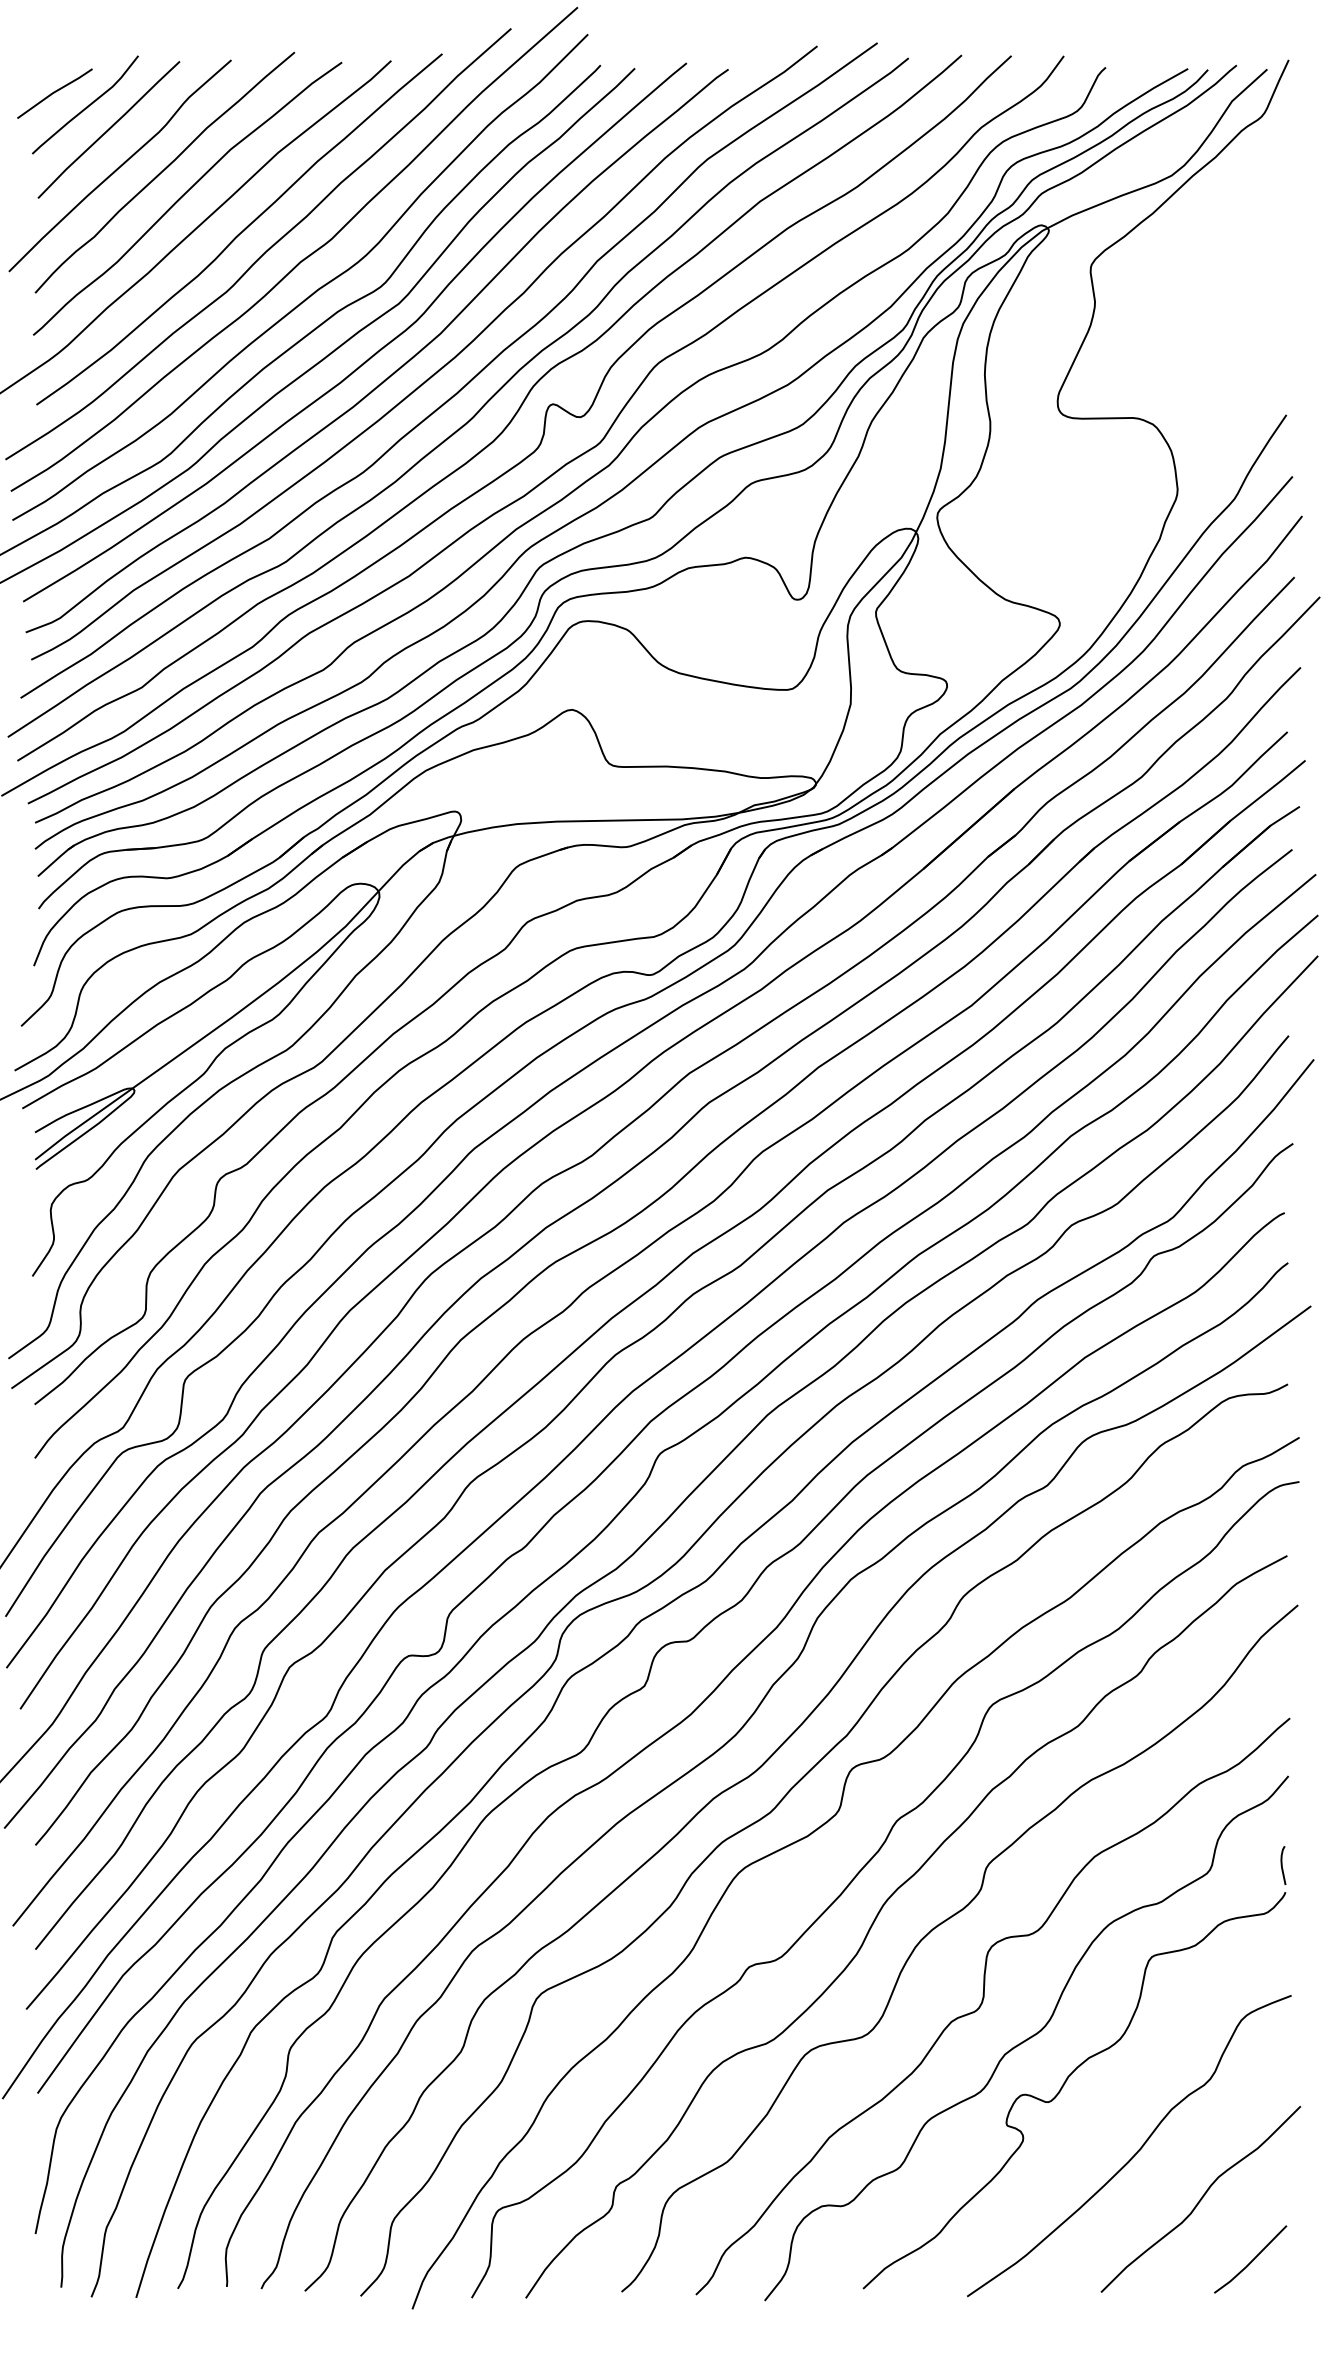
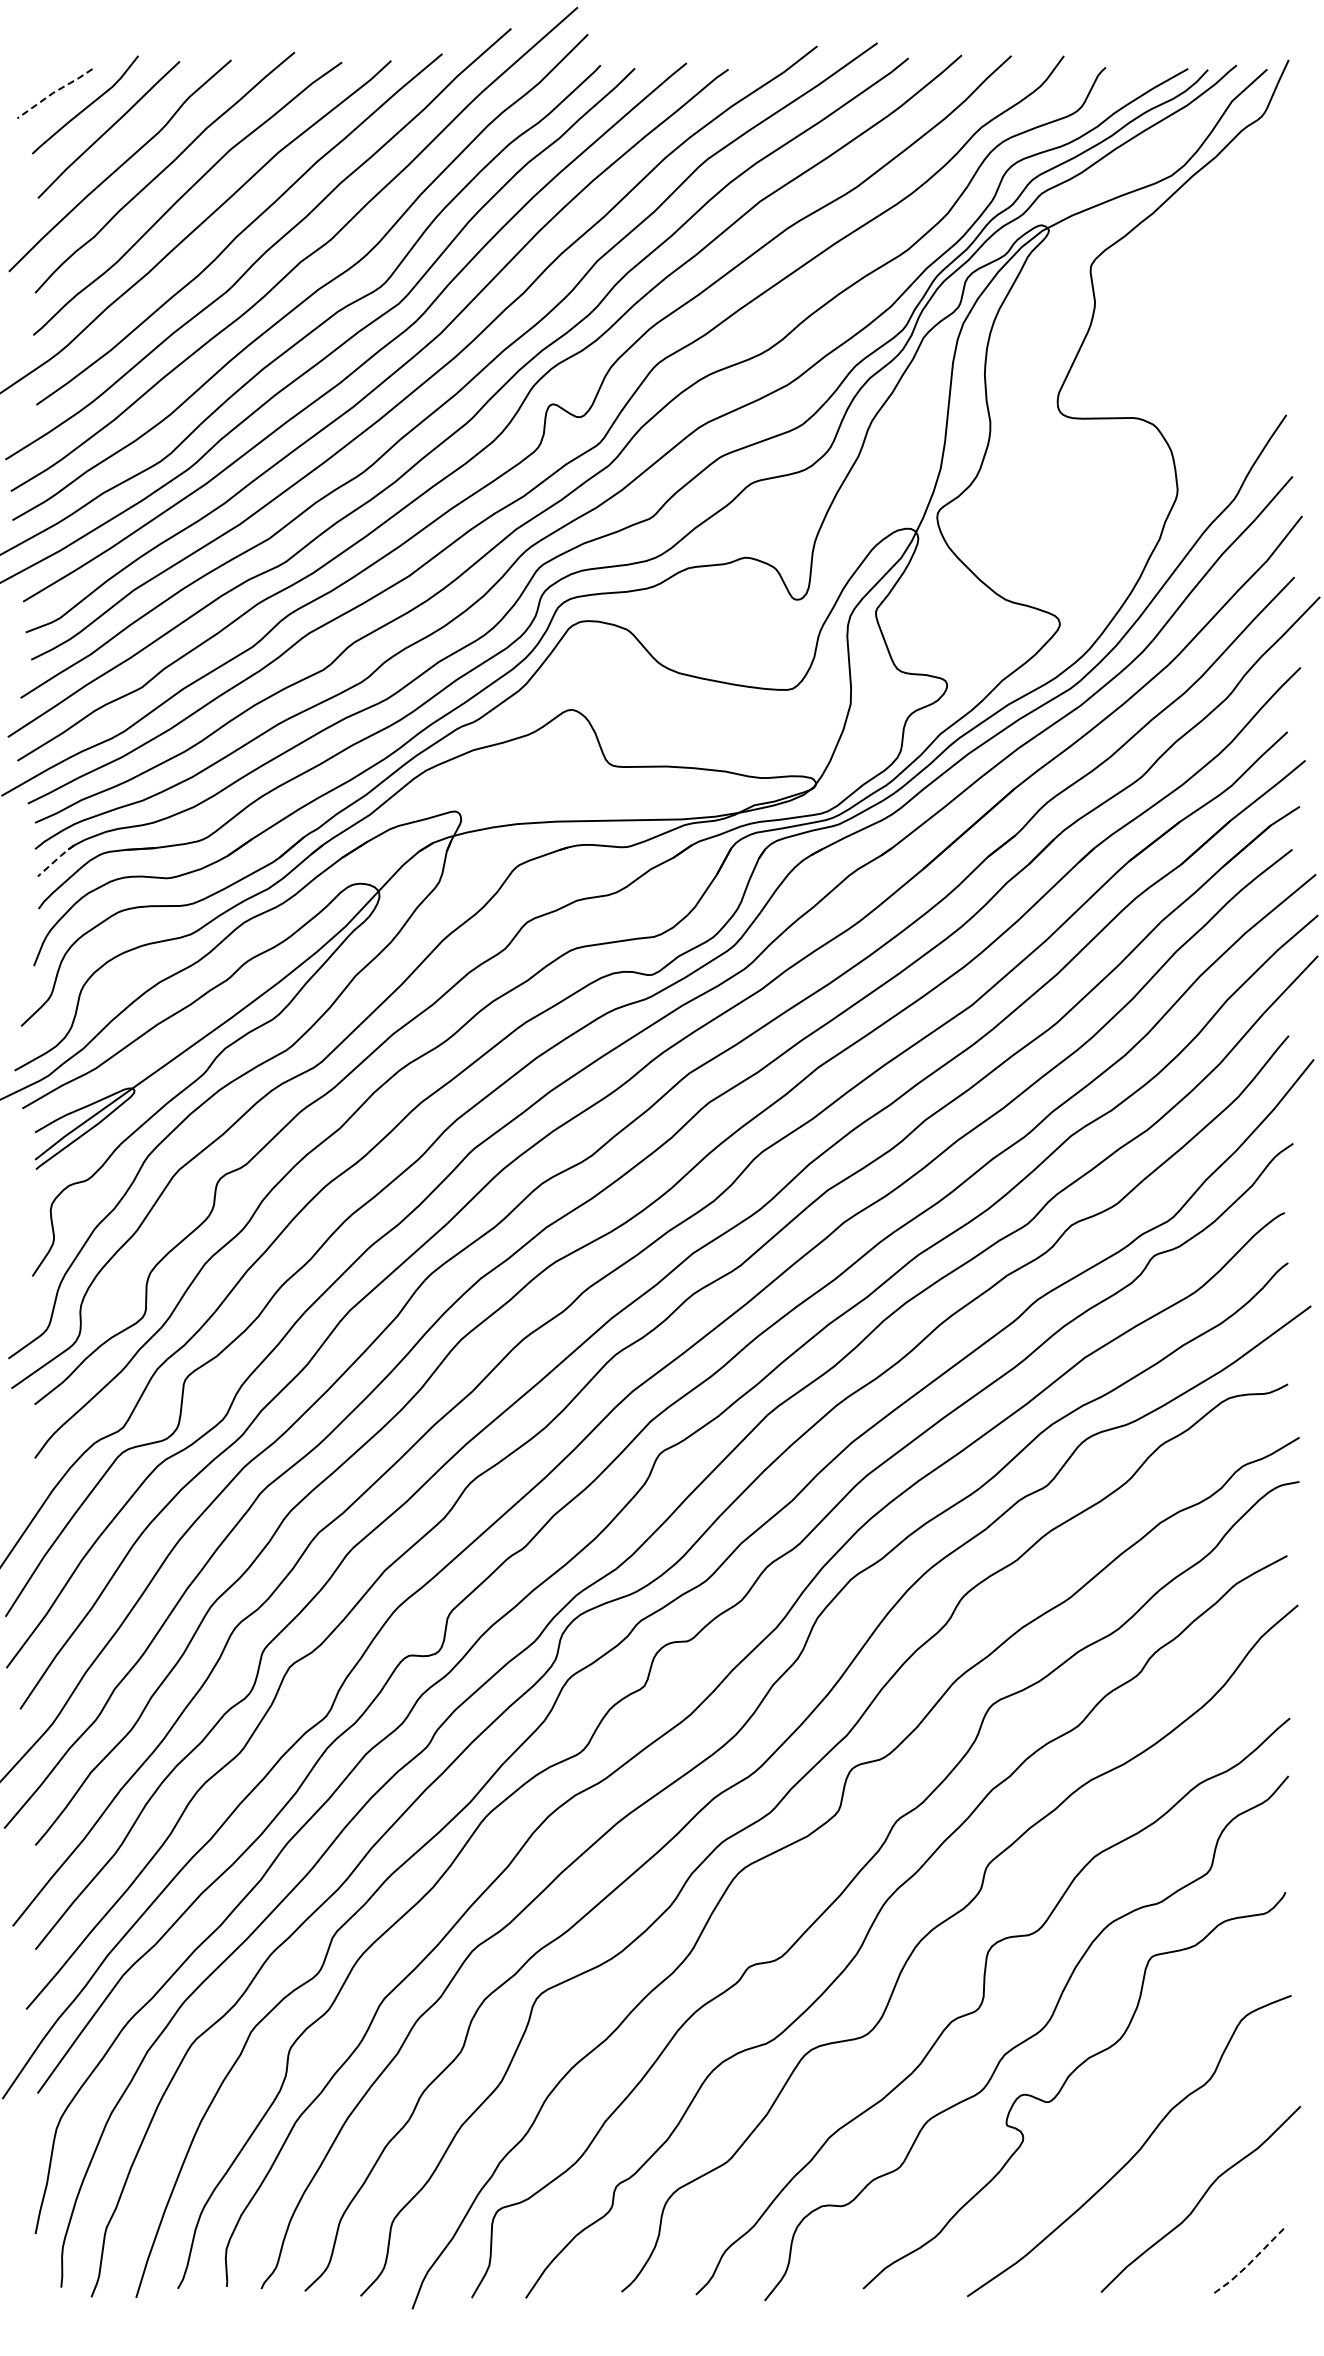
line at (53, 92): solid -> dashed
line at (56, 859): solid -> dashed
curve at (1282, 1865): present -> none
line at (1251, 2261): solid -> dashed
